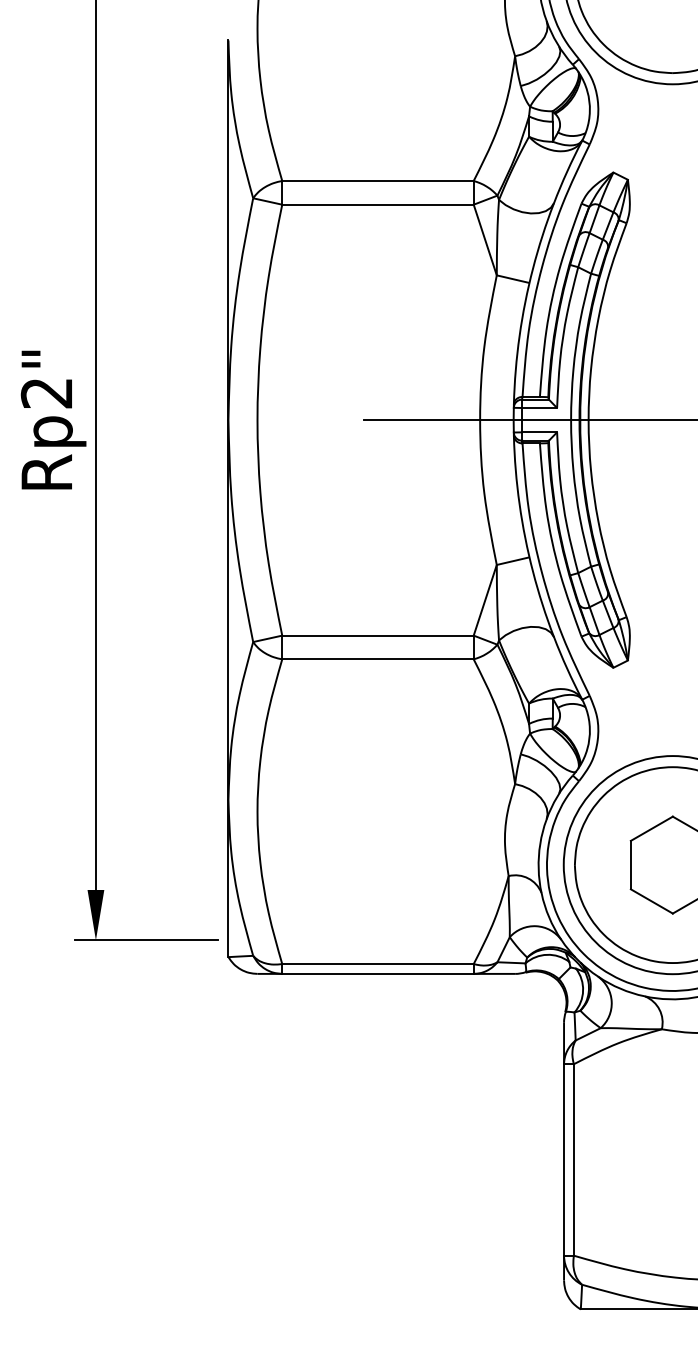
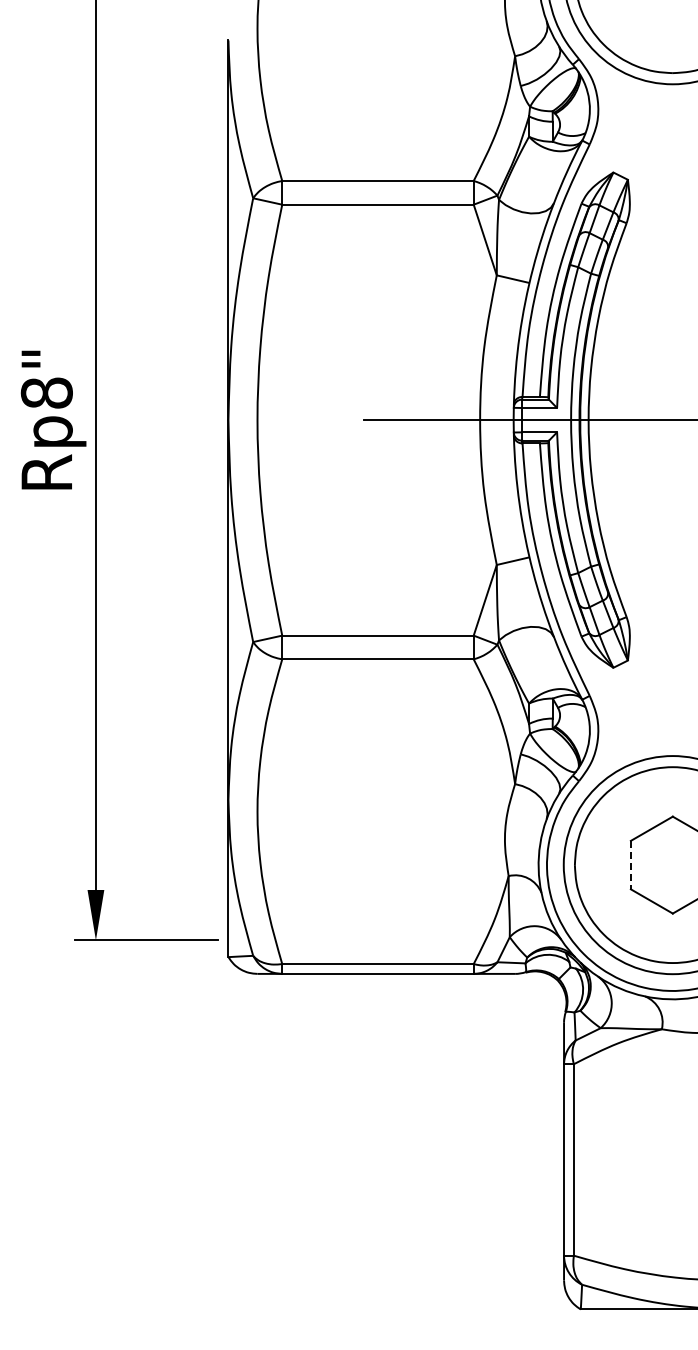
text at (46, 392): Rp2" -> Rp8"
line at (630, 865): solid -> dashed
